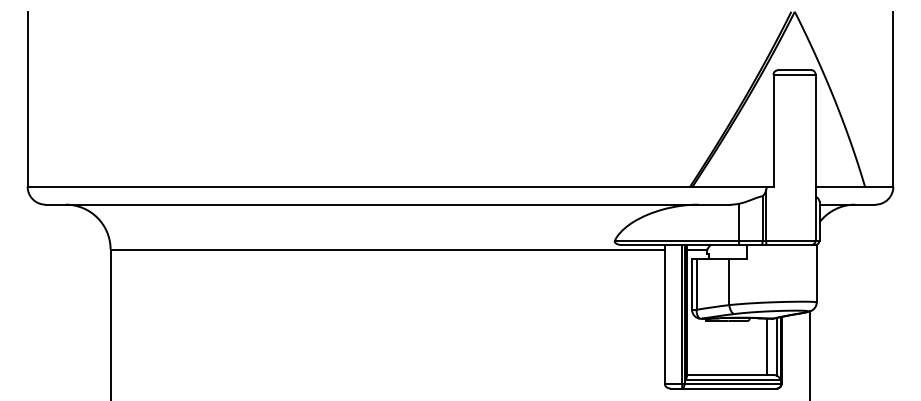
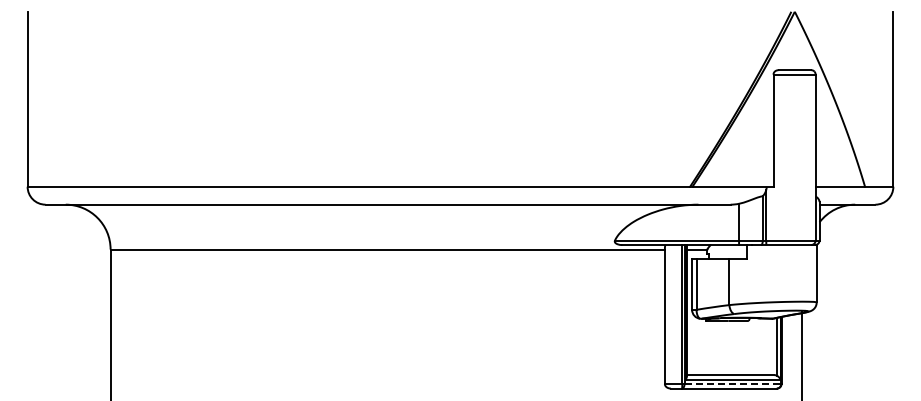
line at (766, 346): present -> none
line at (810, 354) position: (810, 354) -> (802, 354)
line at (733, 384): solid -> dashed
